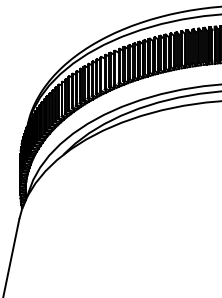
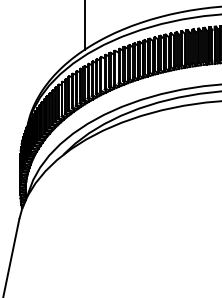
line at (85, 25): none -> present
